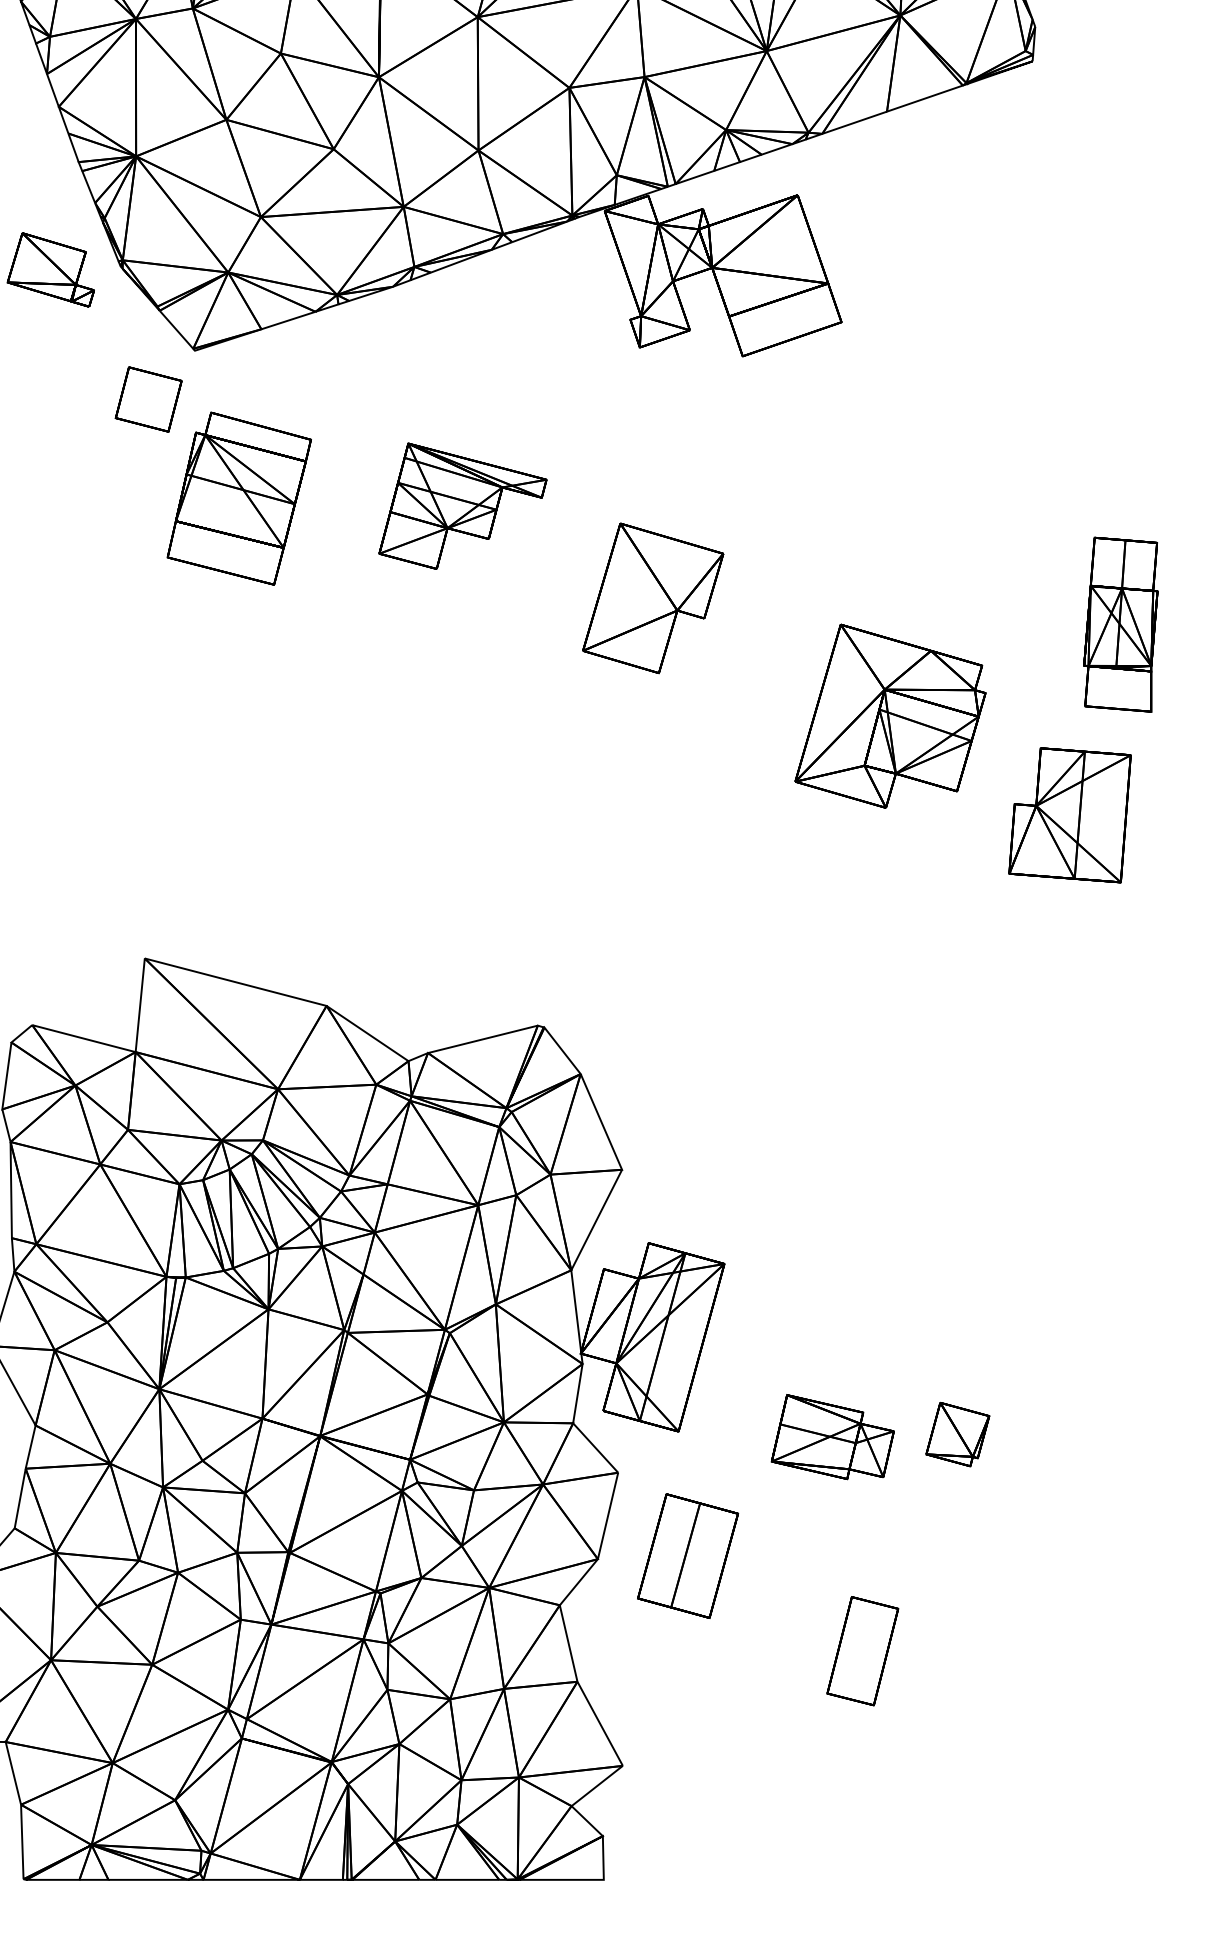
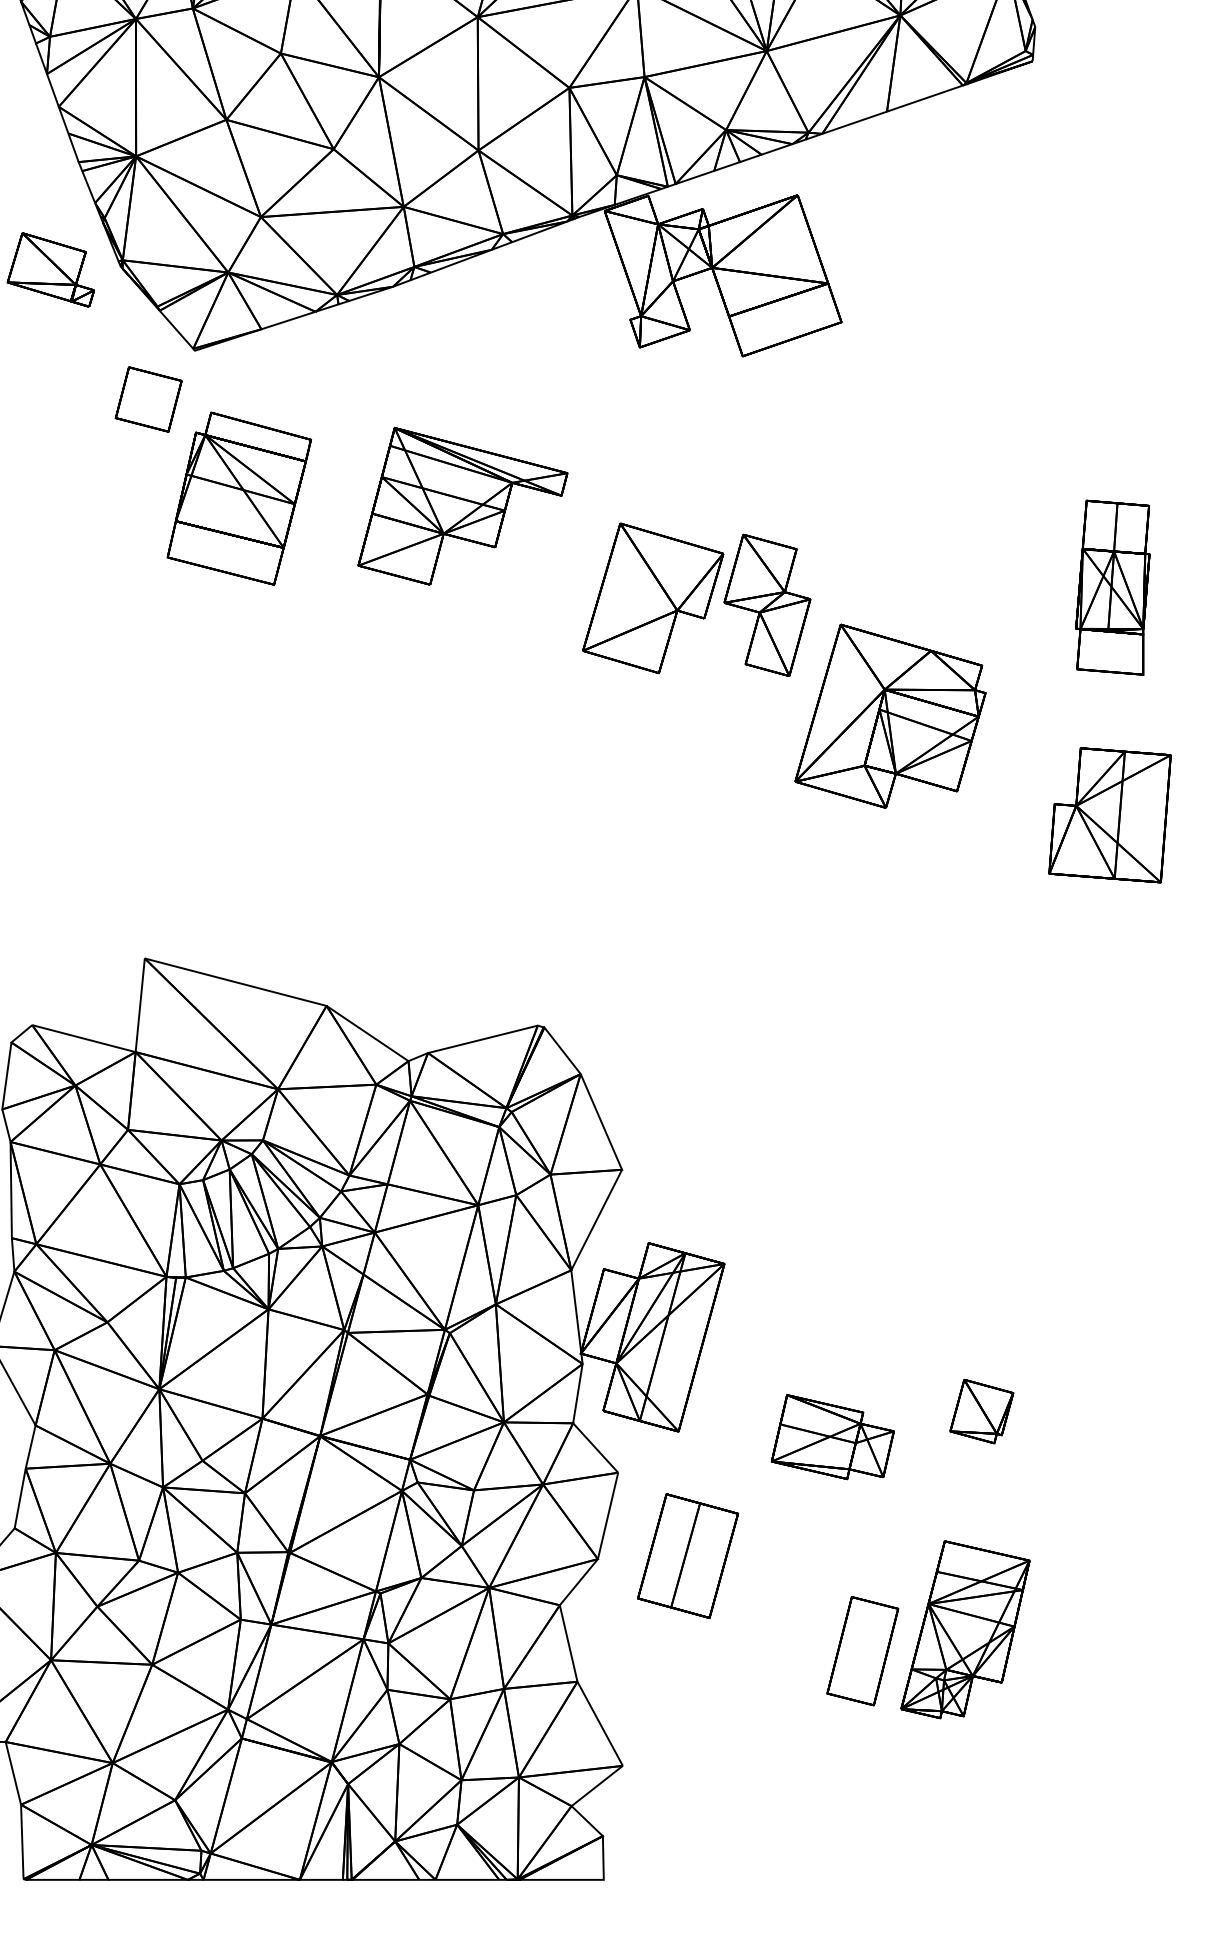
part at (462, 505) size: 170x128 px -> 212x160 px
part at (767, 604): none -> present
part at (1120, 624) position: (1120, 624) -> (1112, 587)
part at (1069, 815) position: (1069, 815) -> (1109, 815)
part at (957, 1434) position: (957, 1434) -> (981, 1411)
part at (965, 1629): none -> present
